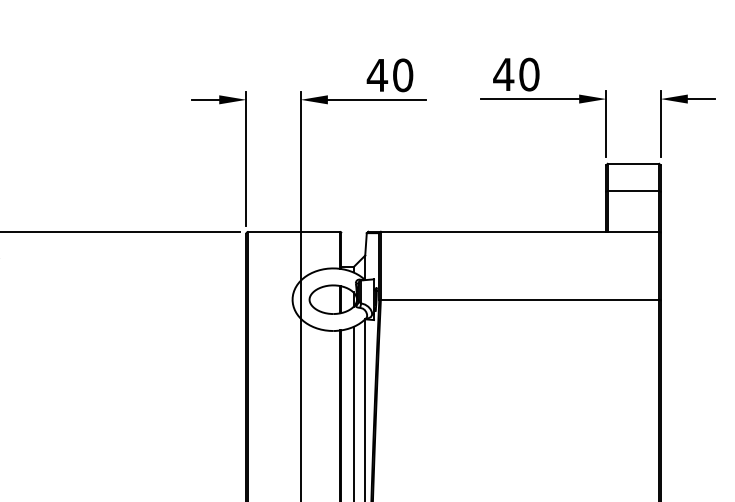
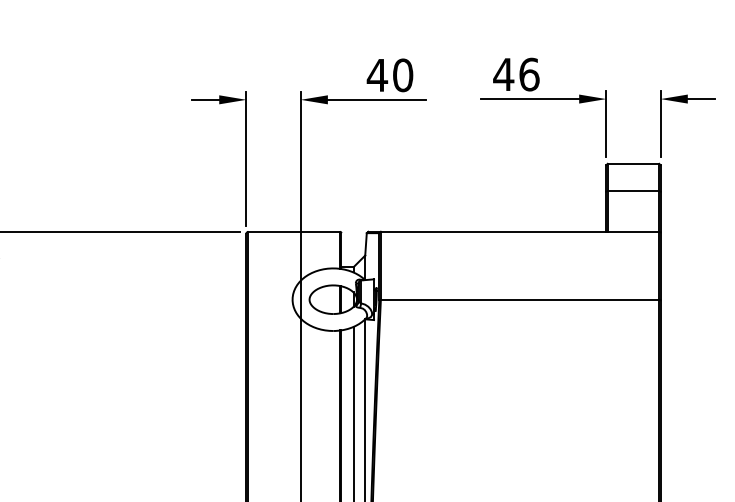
text at (529, 74): 40 -> 46
